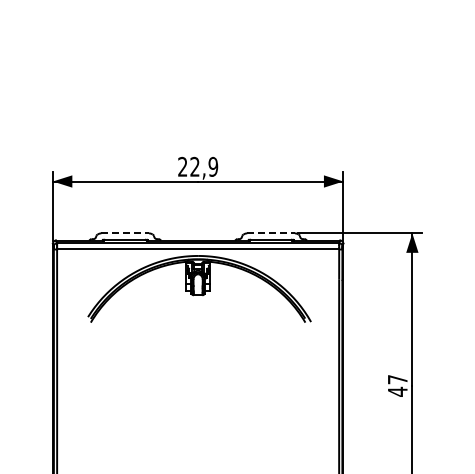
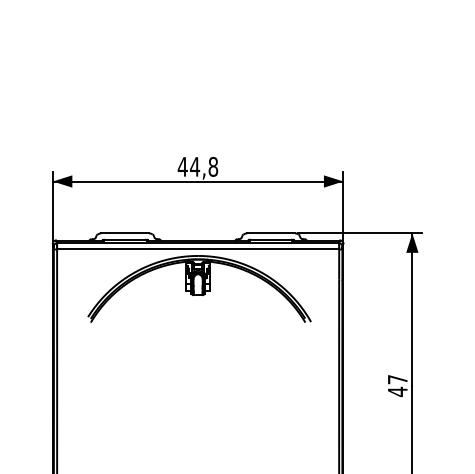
text at (197, 166): 22,9 -> 44,8
line at (125, 233): dashed -> solid
line at (271, 233): dashed -> solid
